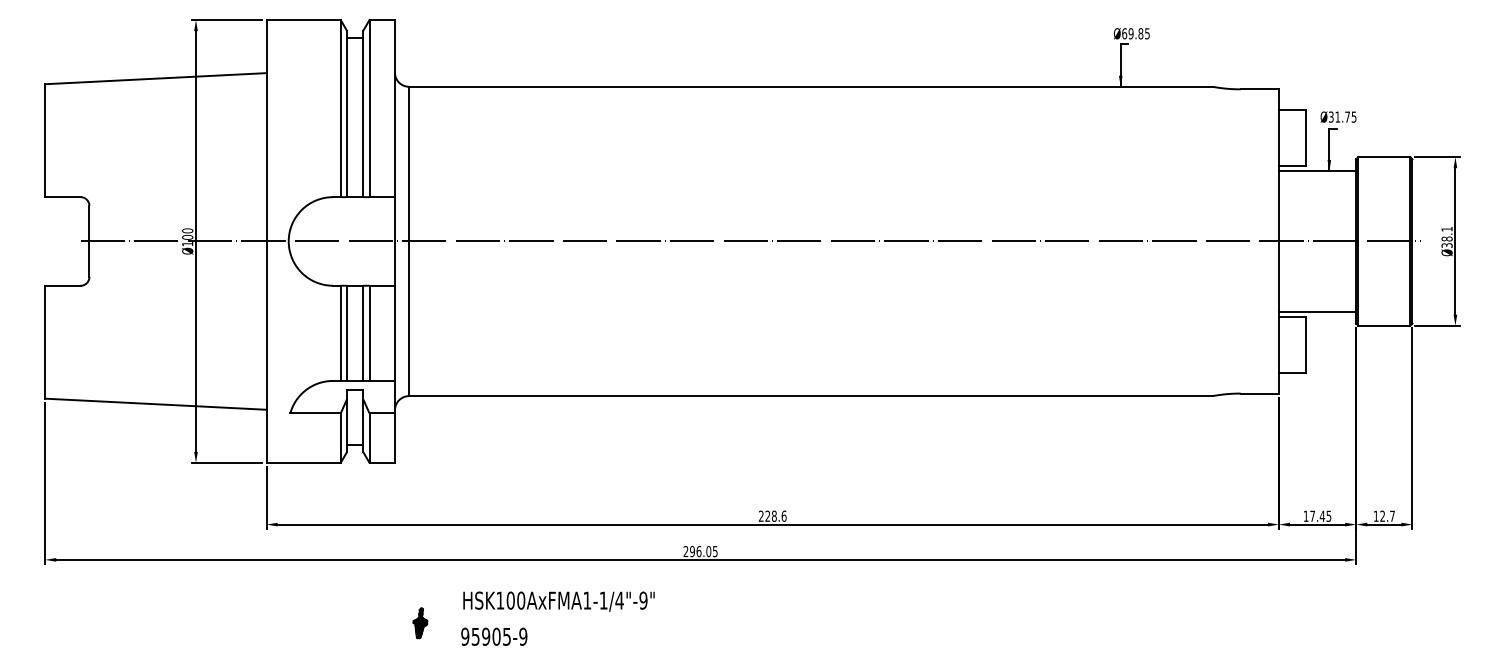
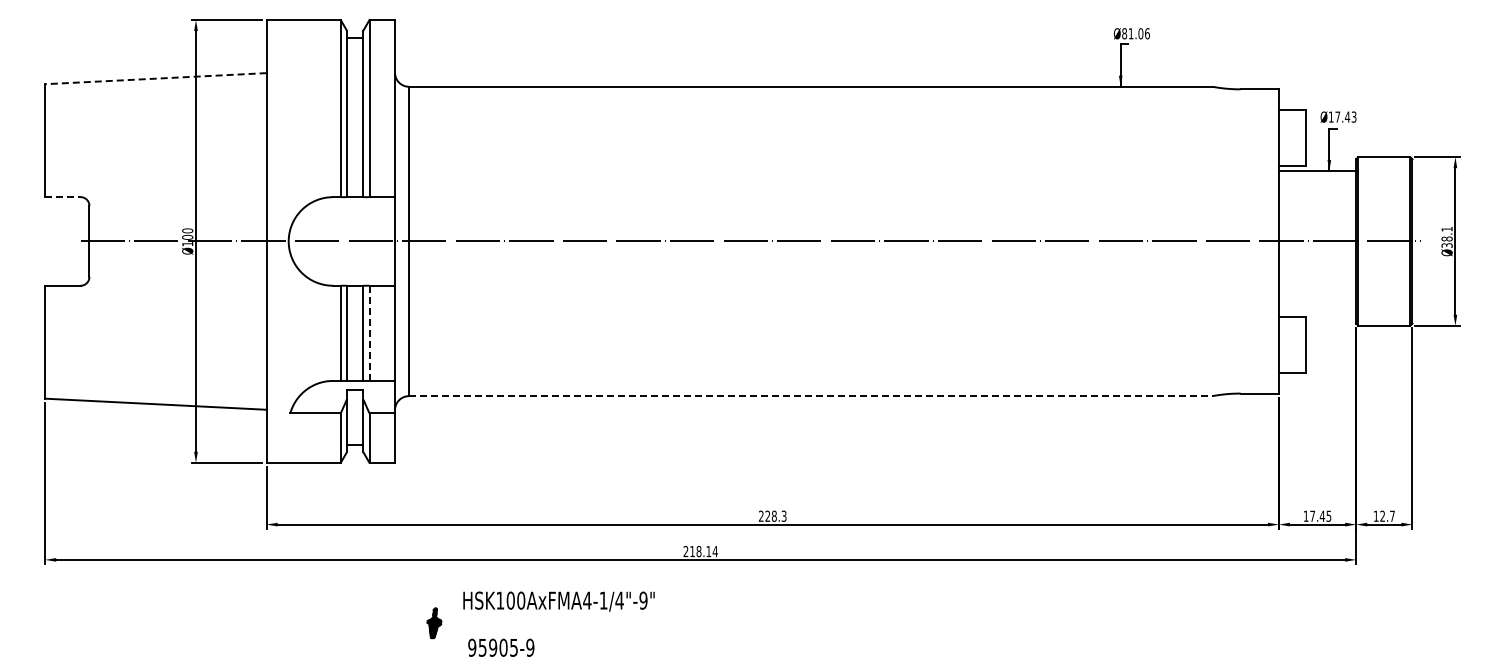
text at (1135, 33): 69.85 -> 81.06
line at (155, 78): solid -> dashed
text at (1342, 116): 31.75 -> 17.43
line at (62, 197): solid -> dashed
line at (1317, 311): present -> none
line at (369, 333): solid -> dashed
line at (810, 396): solid -> dashed
text at (783, 515): 228.6 -> 228.3
text at (703, 551): 296.05 -> 218.14
text at (587, 600): HSK100AxFMA1-1/4"-9" -> HSK100AxFMA4-1/4"-9"
part at (420, 623) position: (420, 623) -> (434, 623)
text at (494, 636) position: (494, 636) -> (501, 647)
